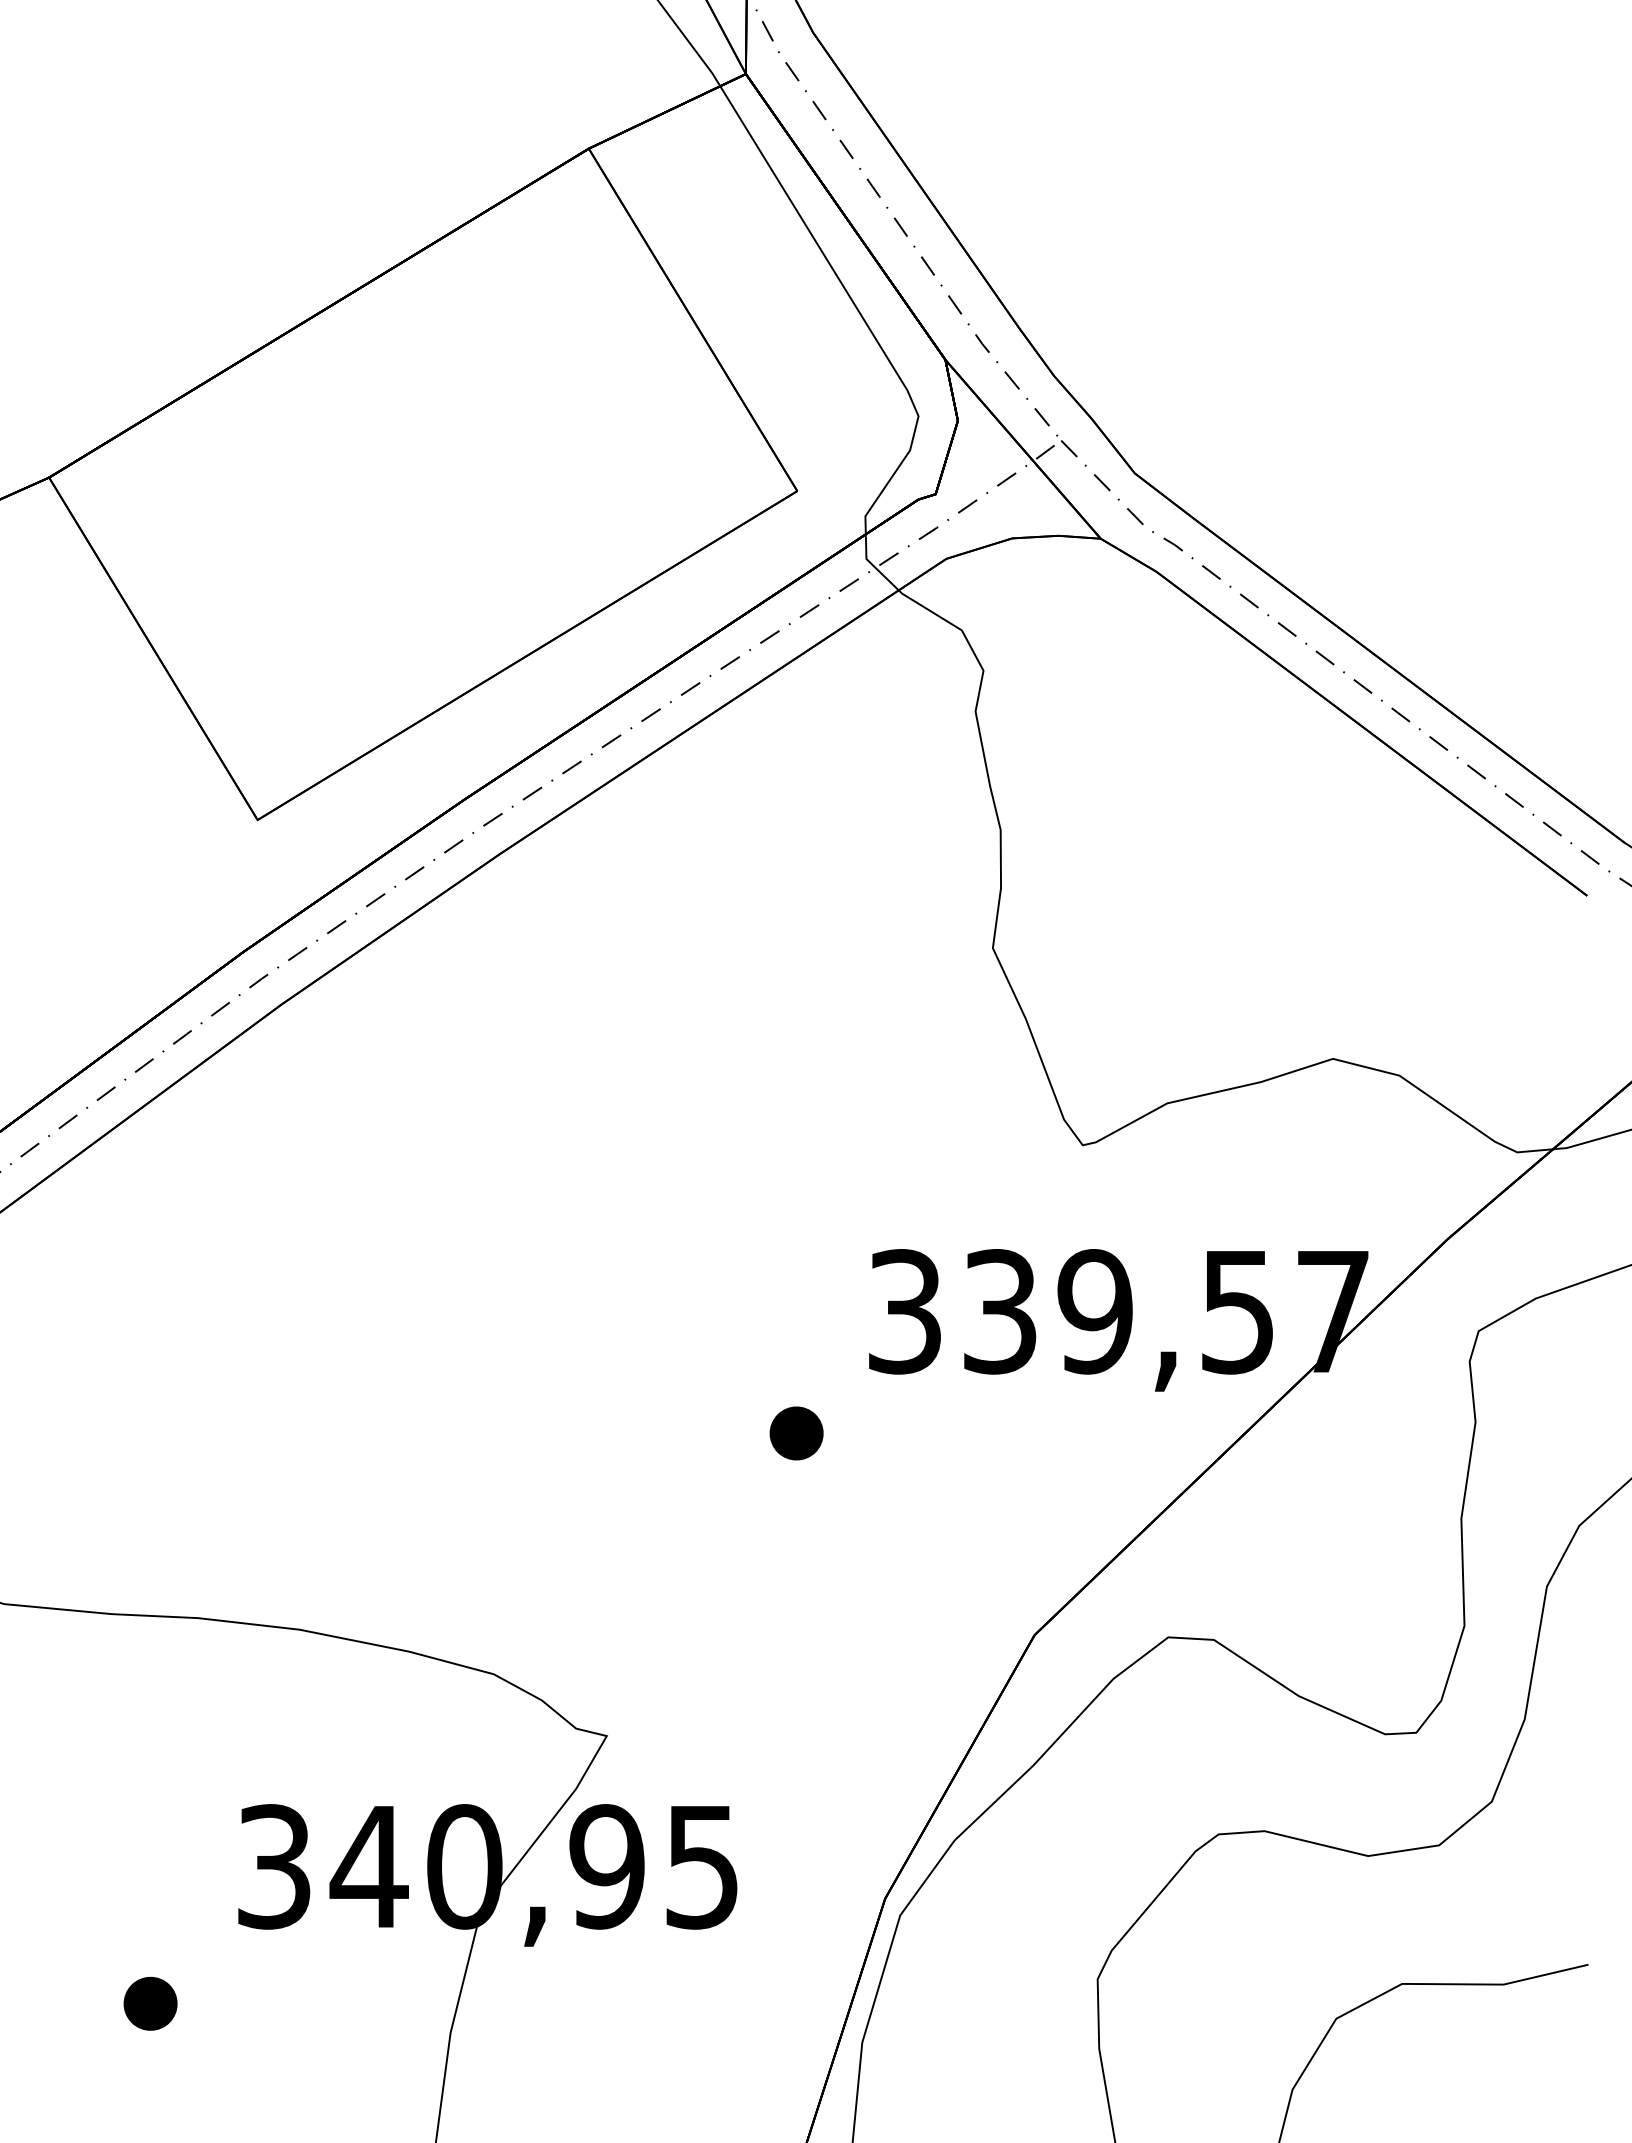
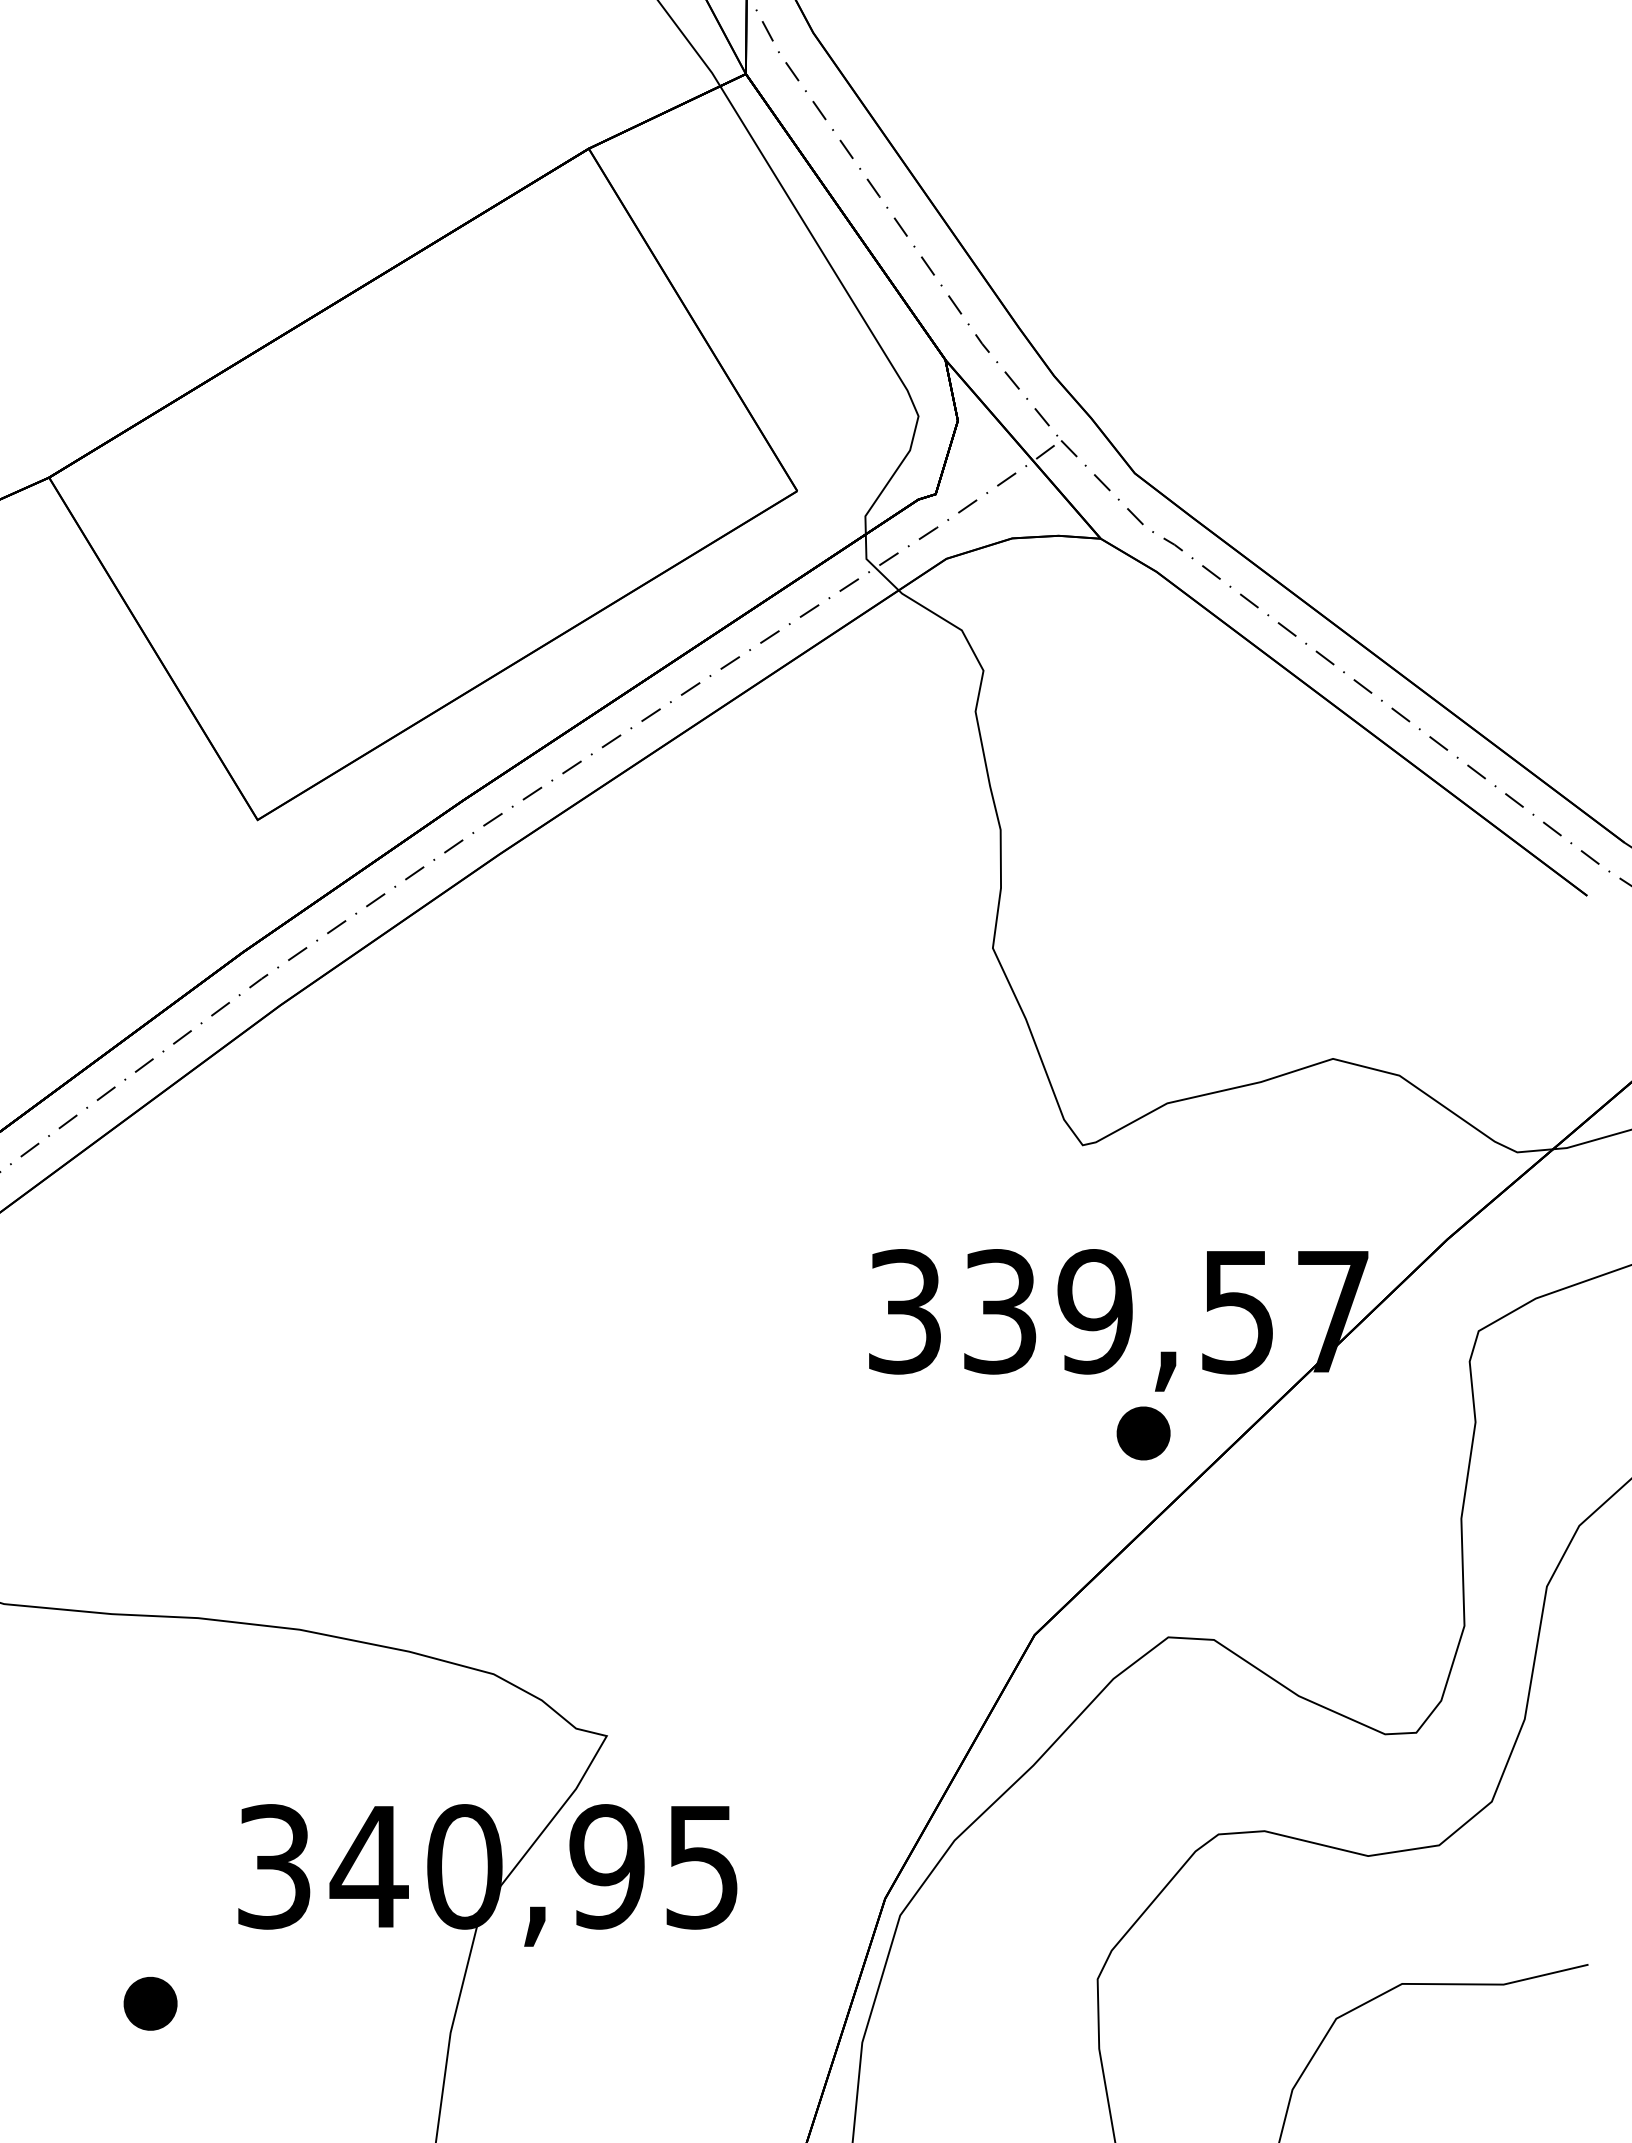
part at (796, 1433) position: (796, 1433) -> (1143, 1433)
